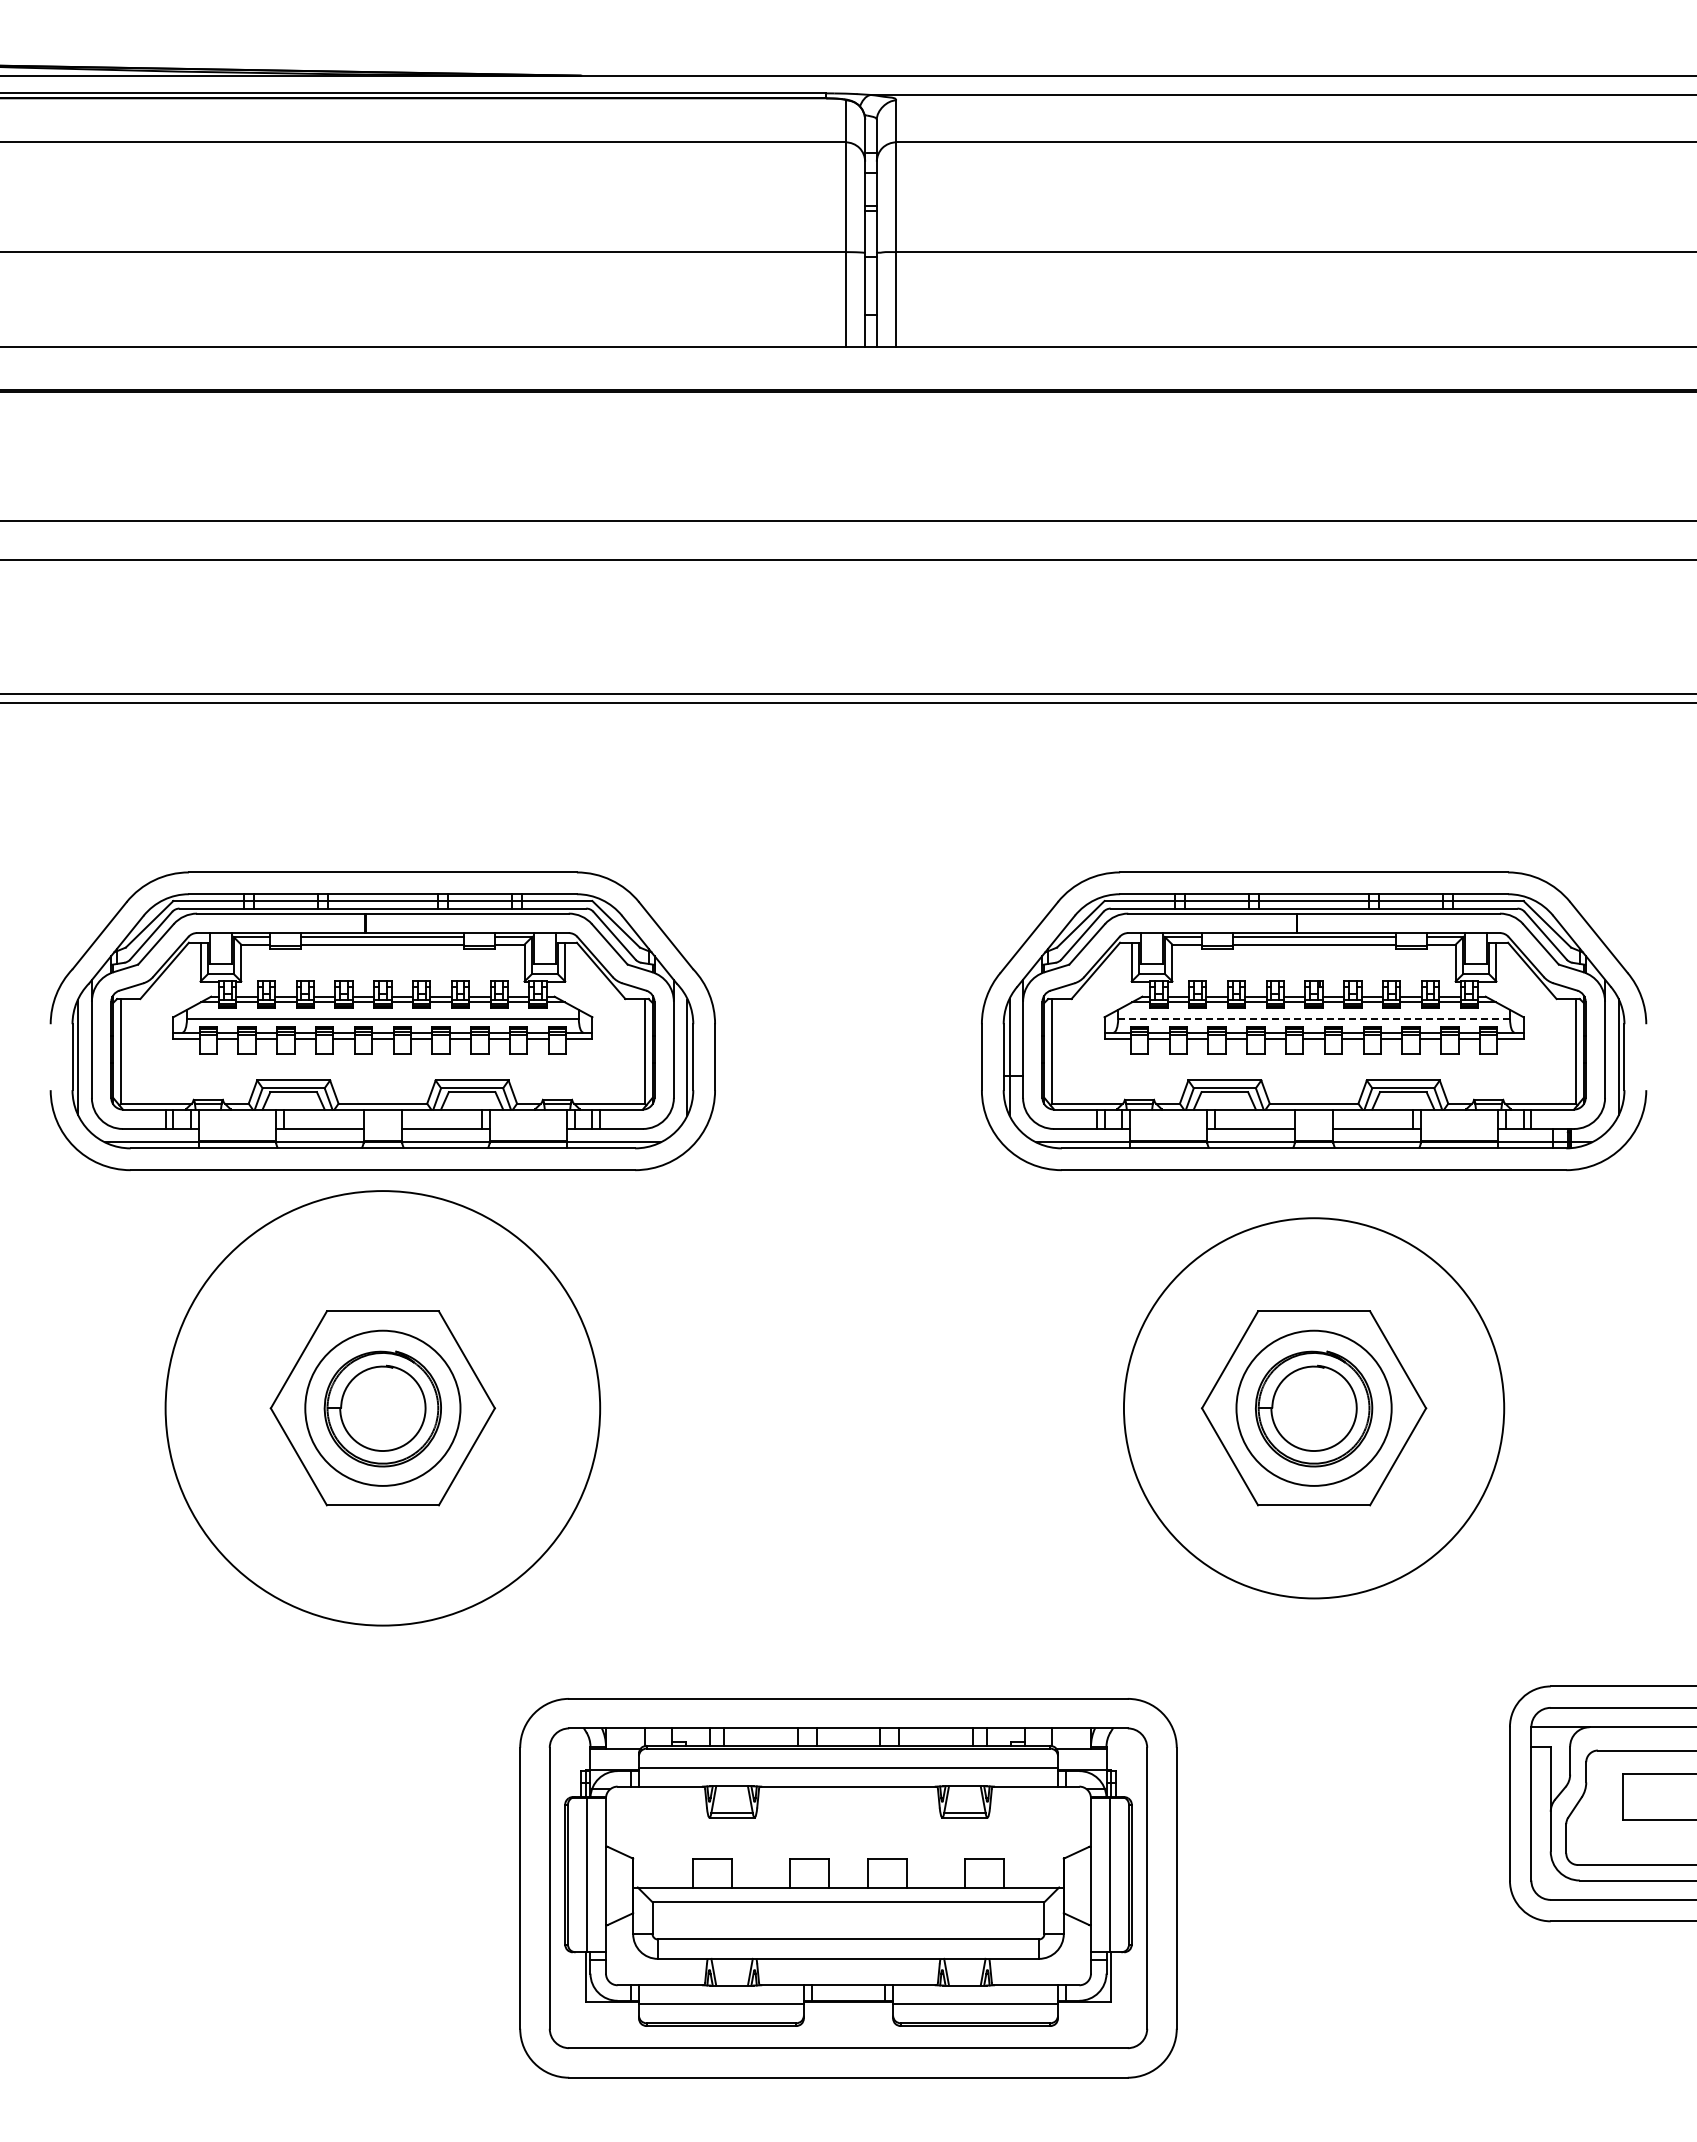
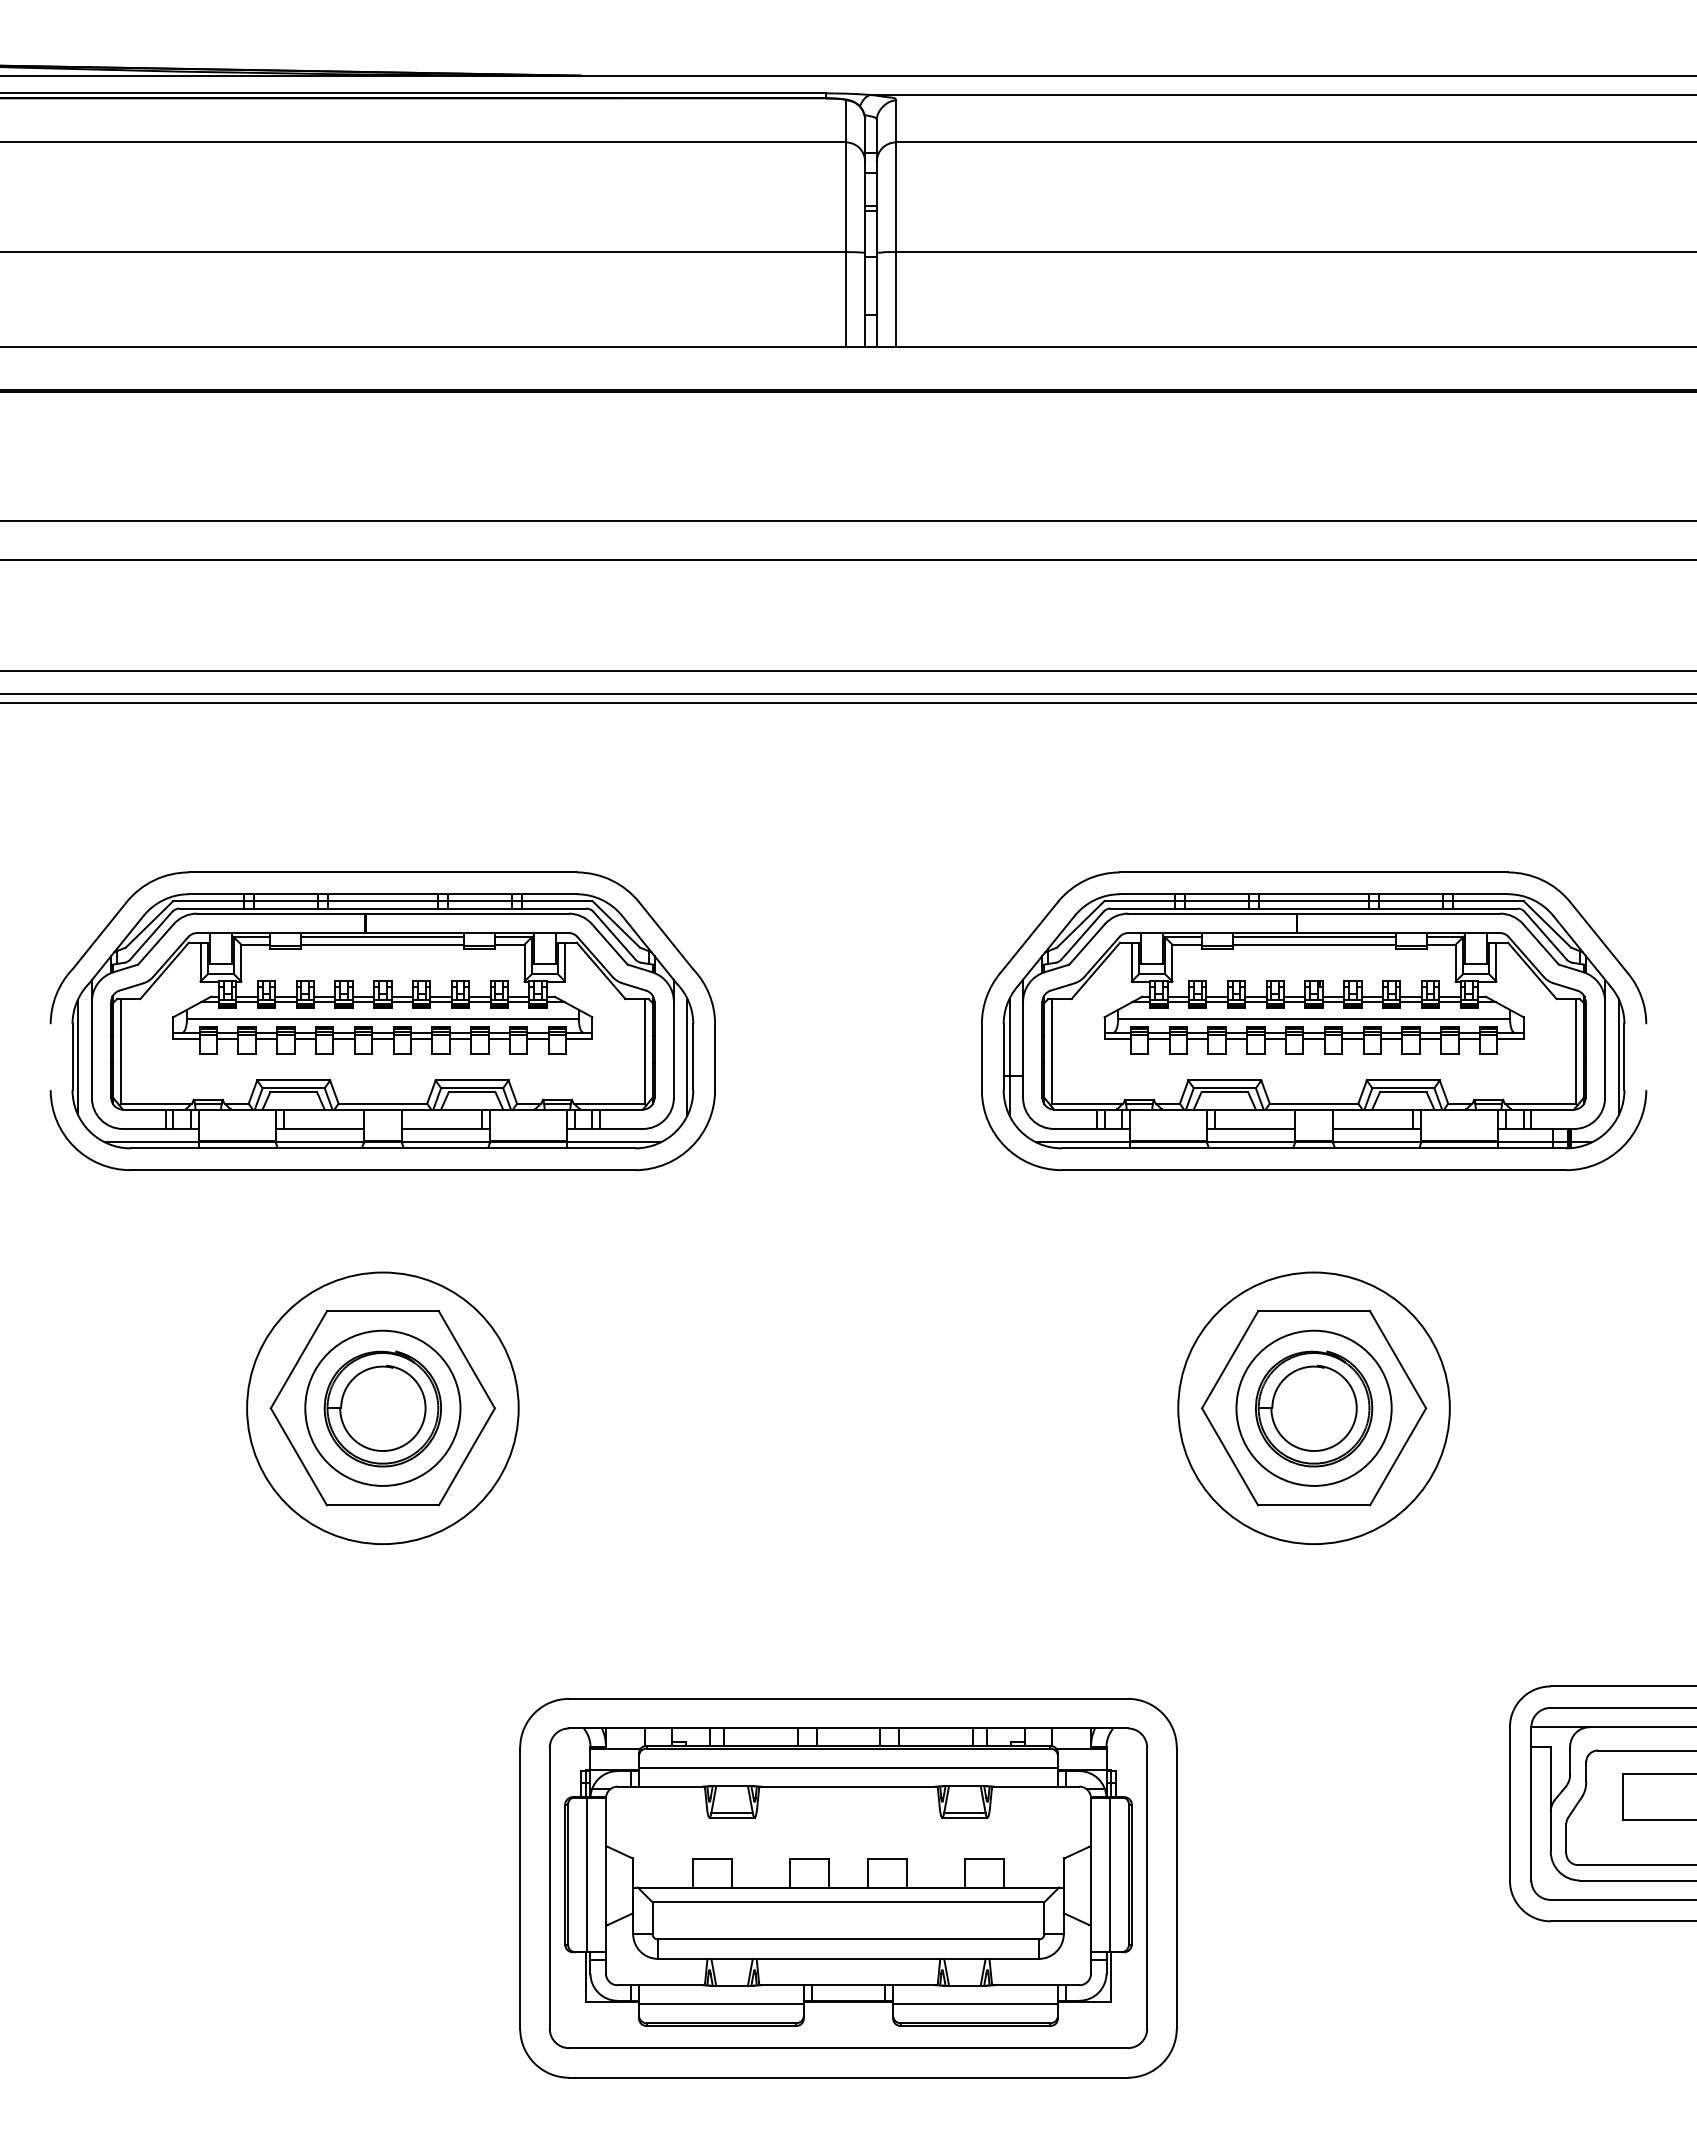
line at (847, 670): none -> present
line at (1314, 1019): dashed -> solid
circle at (382, 1408) diameter: 435 px -> 272 px
circle at (1313, 1408) diameter: 380 px -> 272 px
